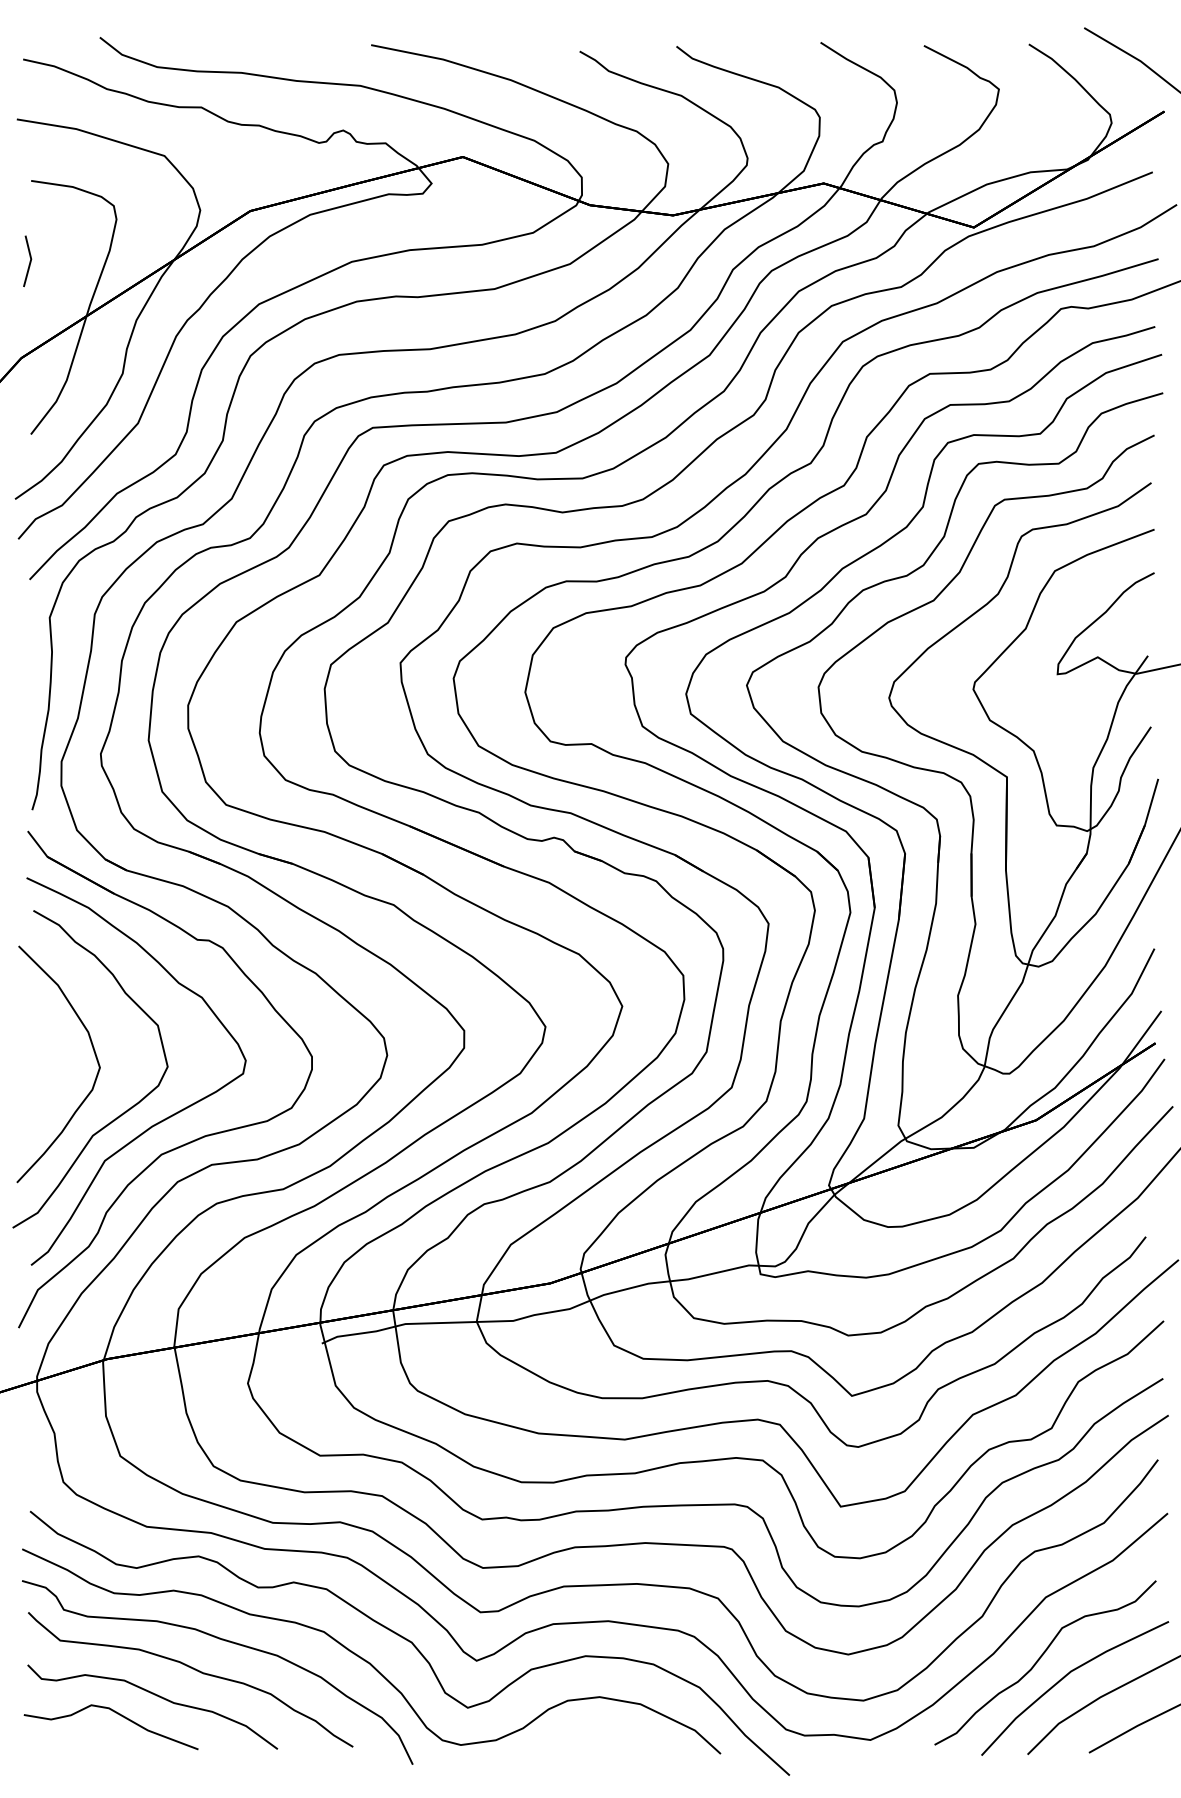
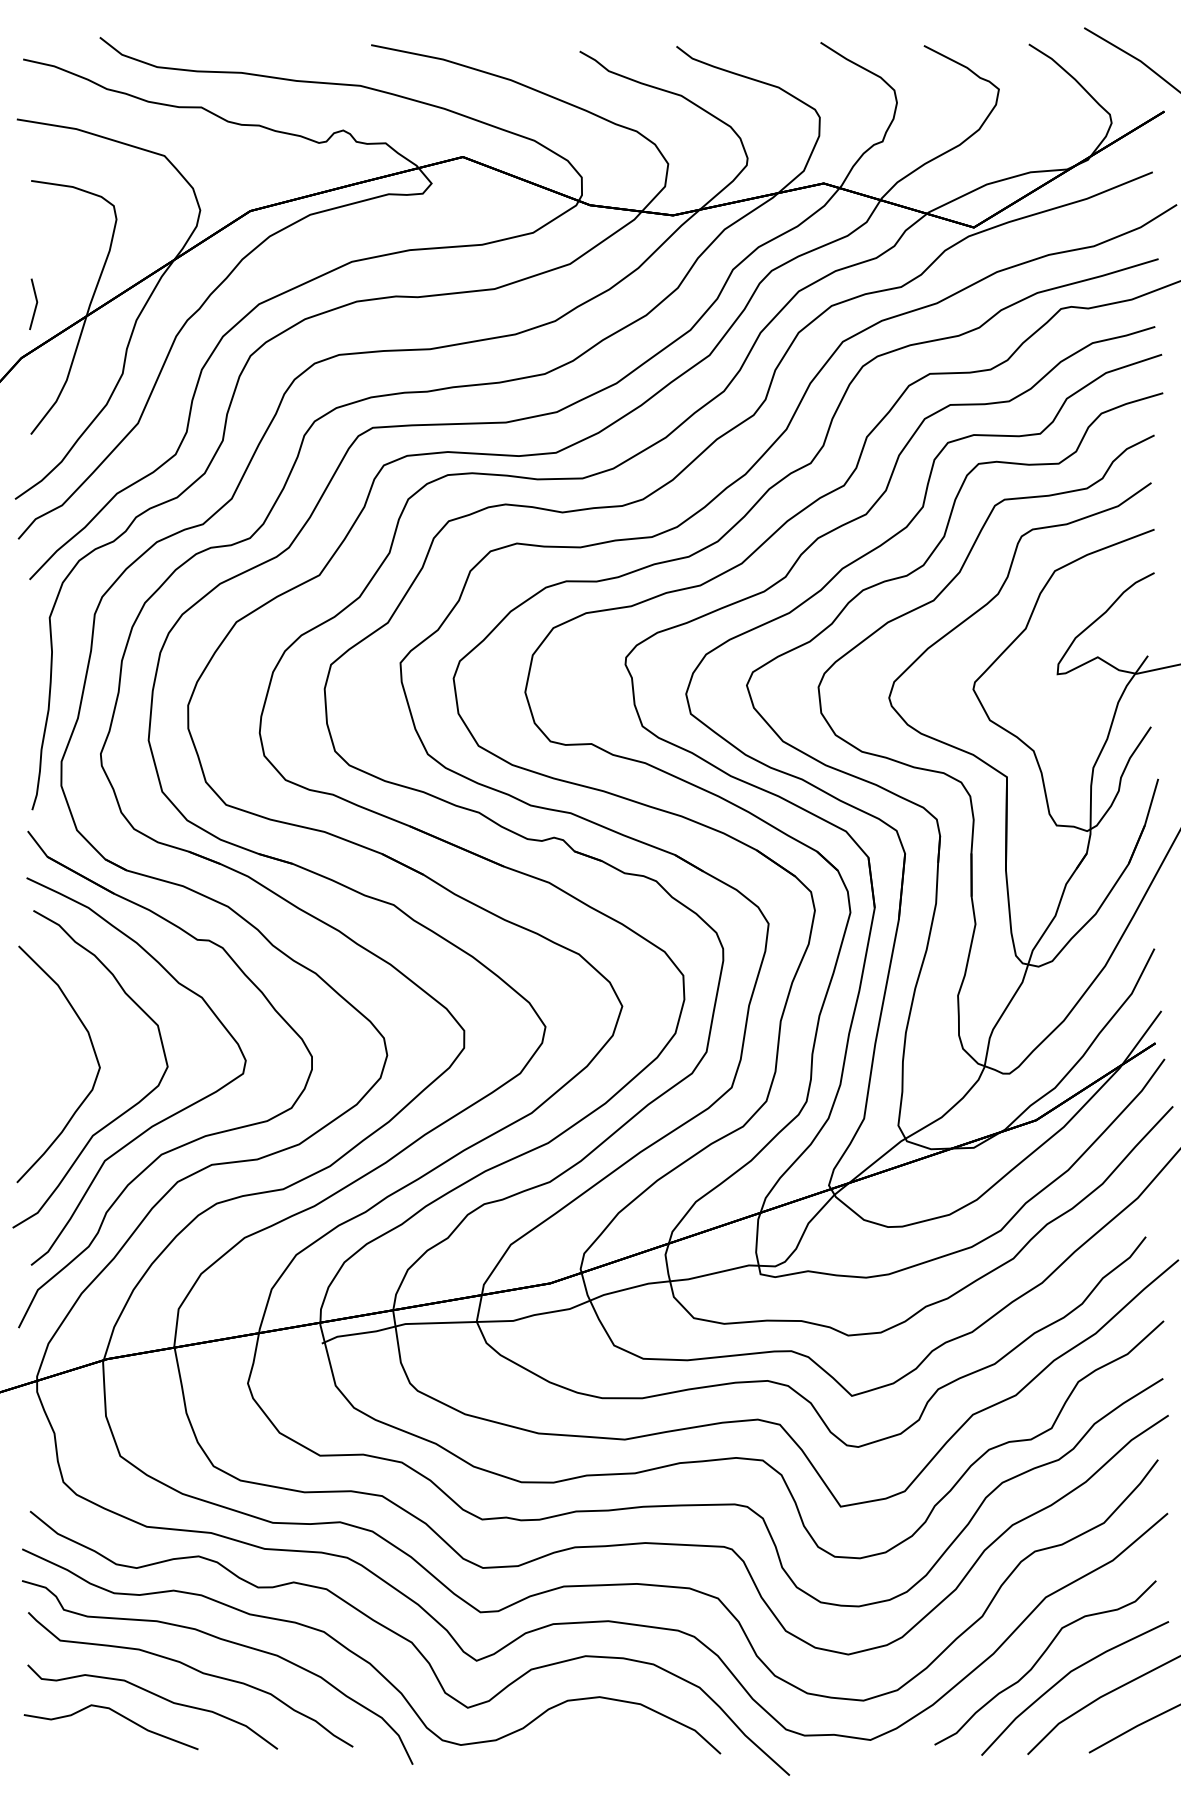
part at (27, 261) position: (27, 261) -> (33, 304)
